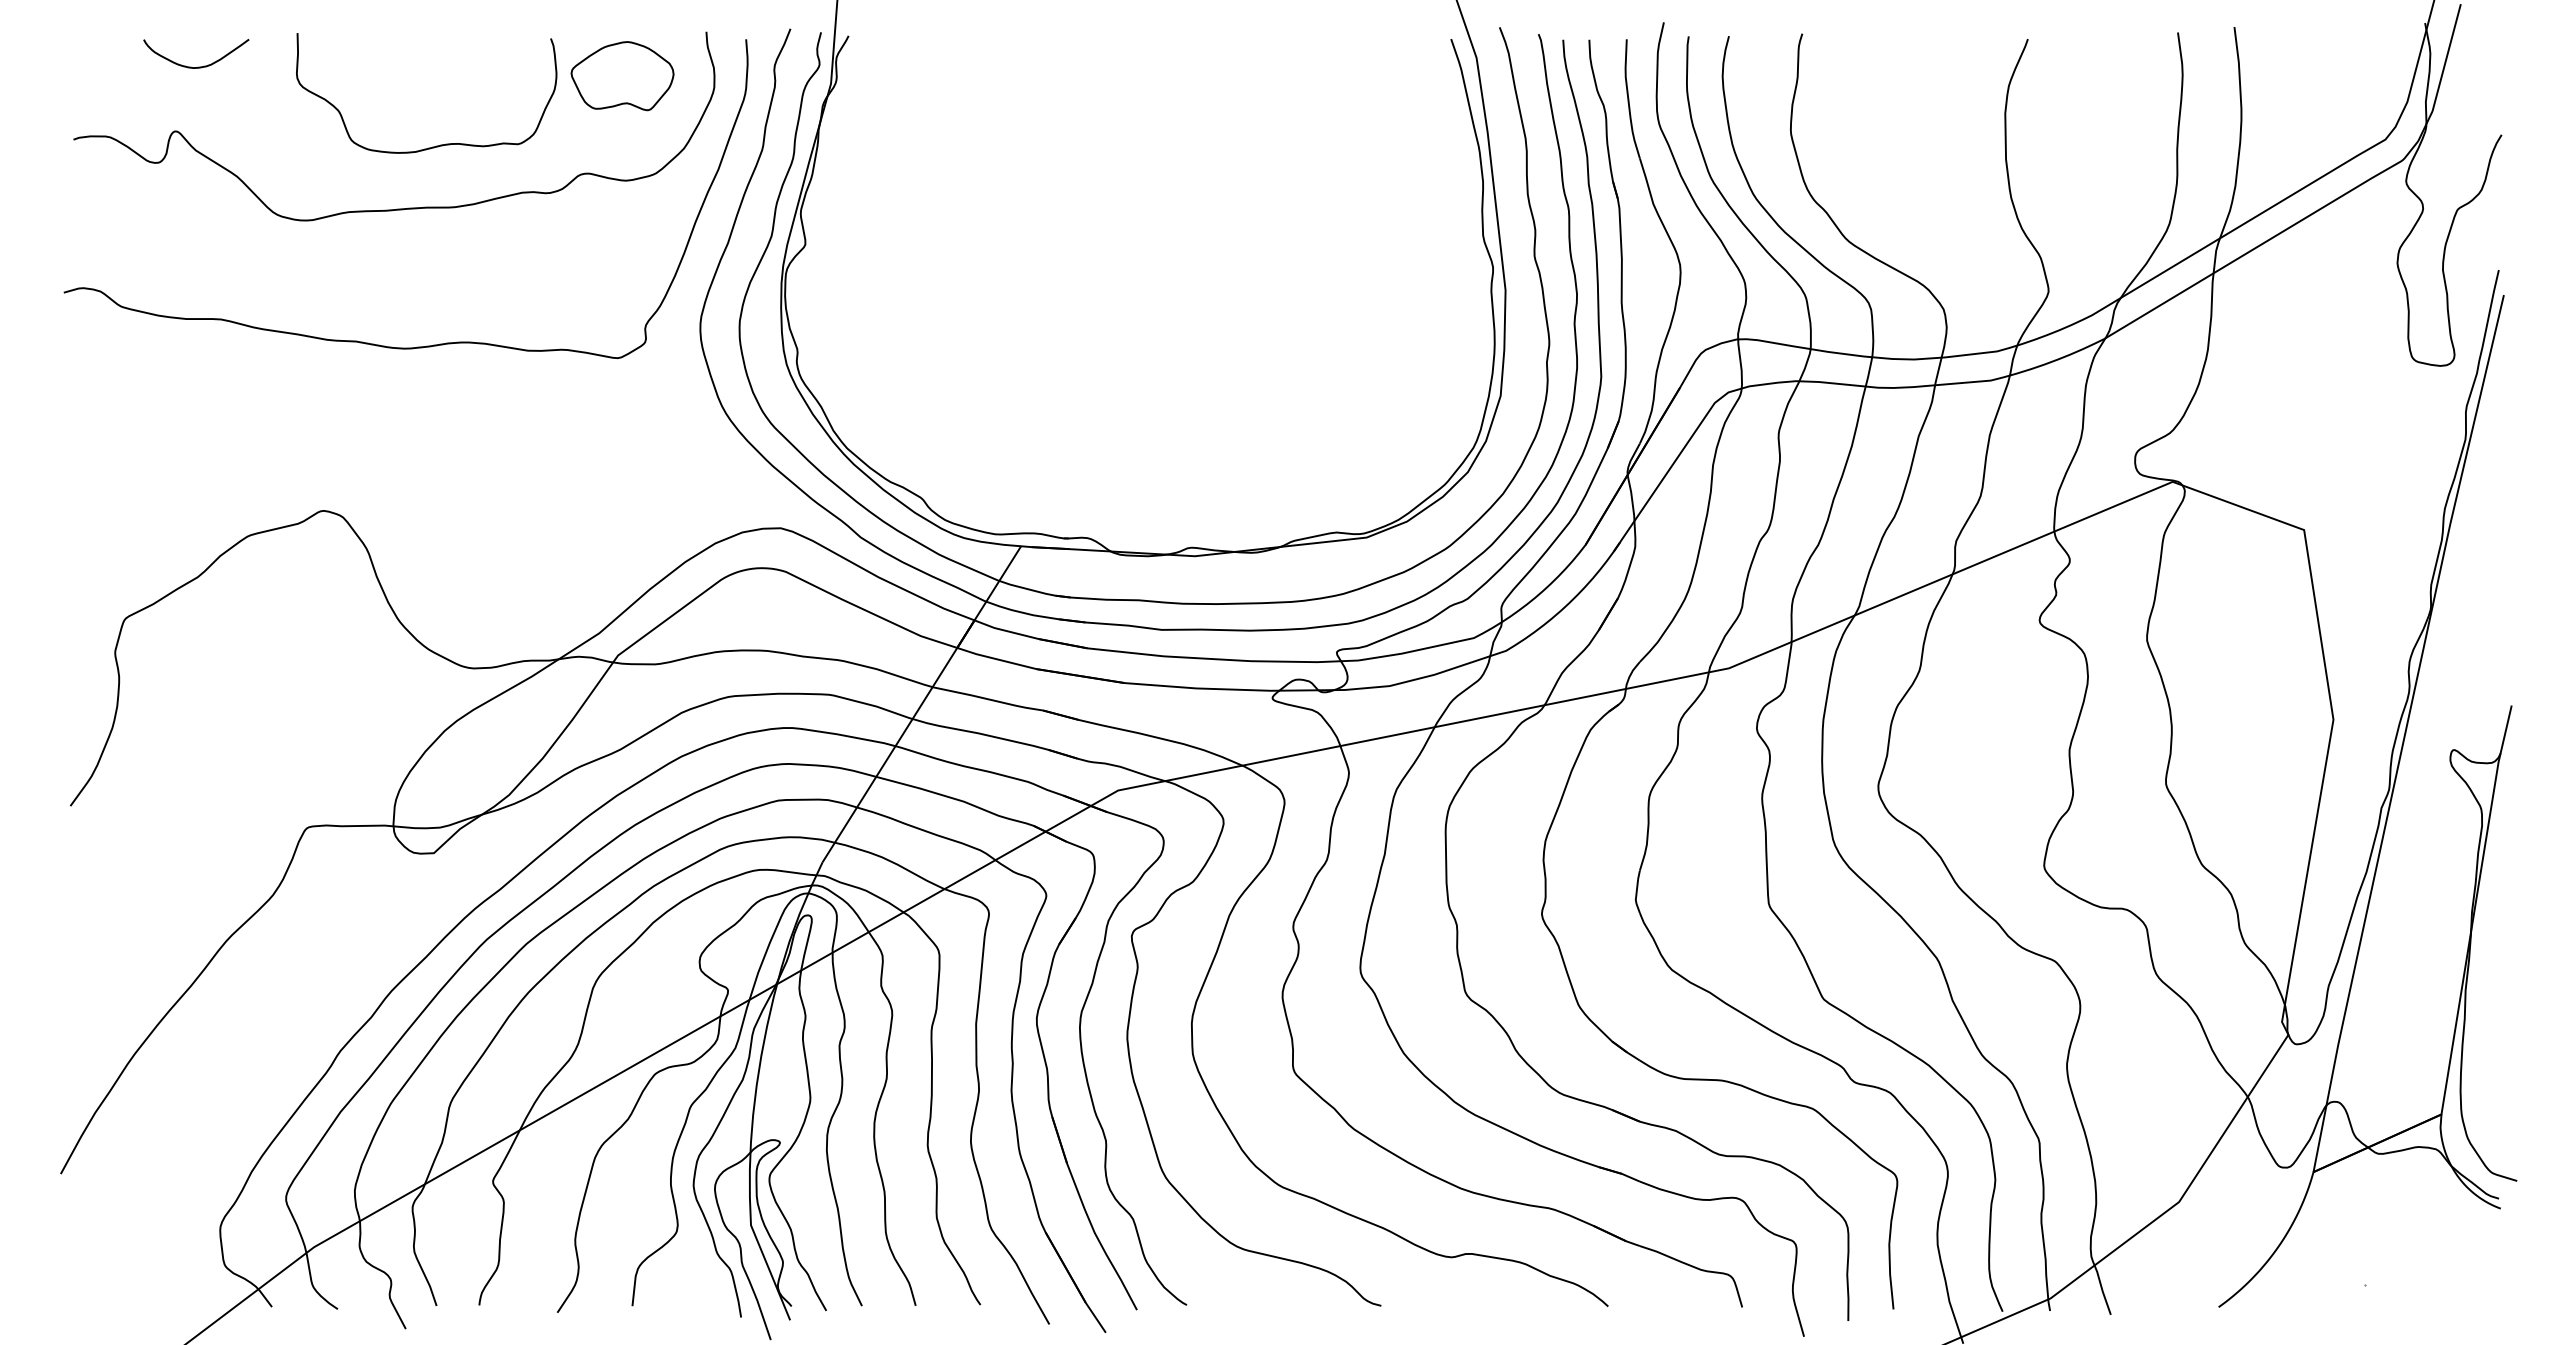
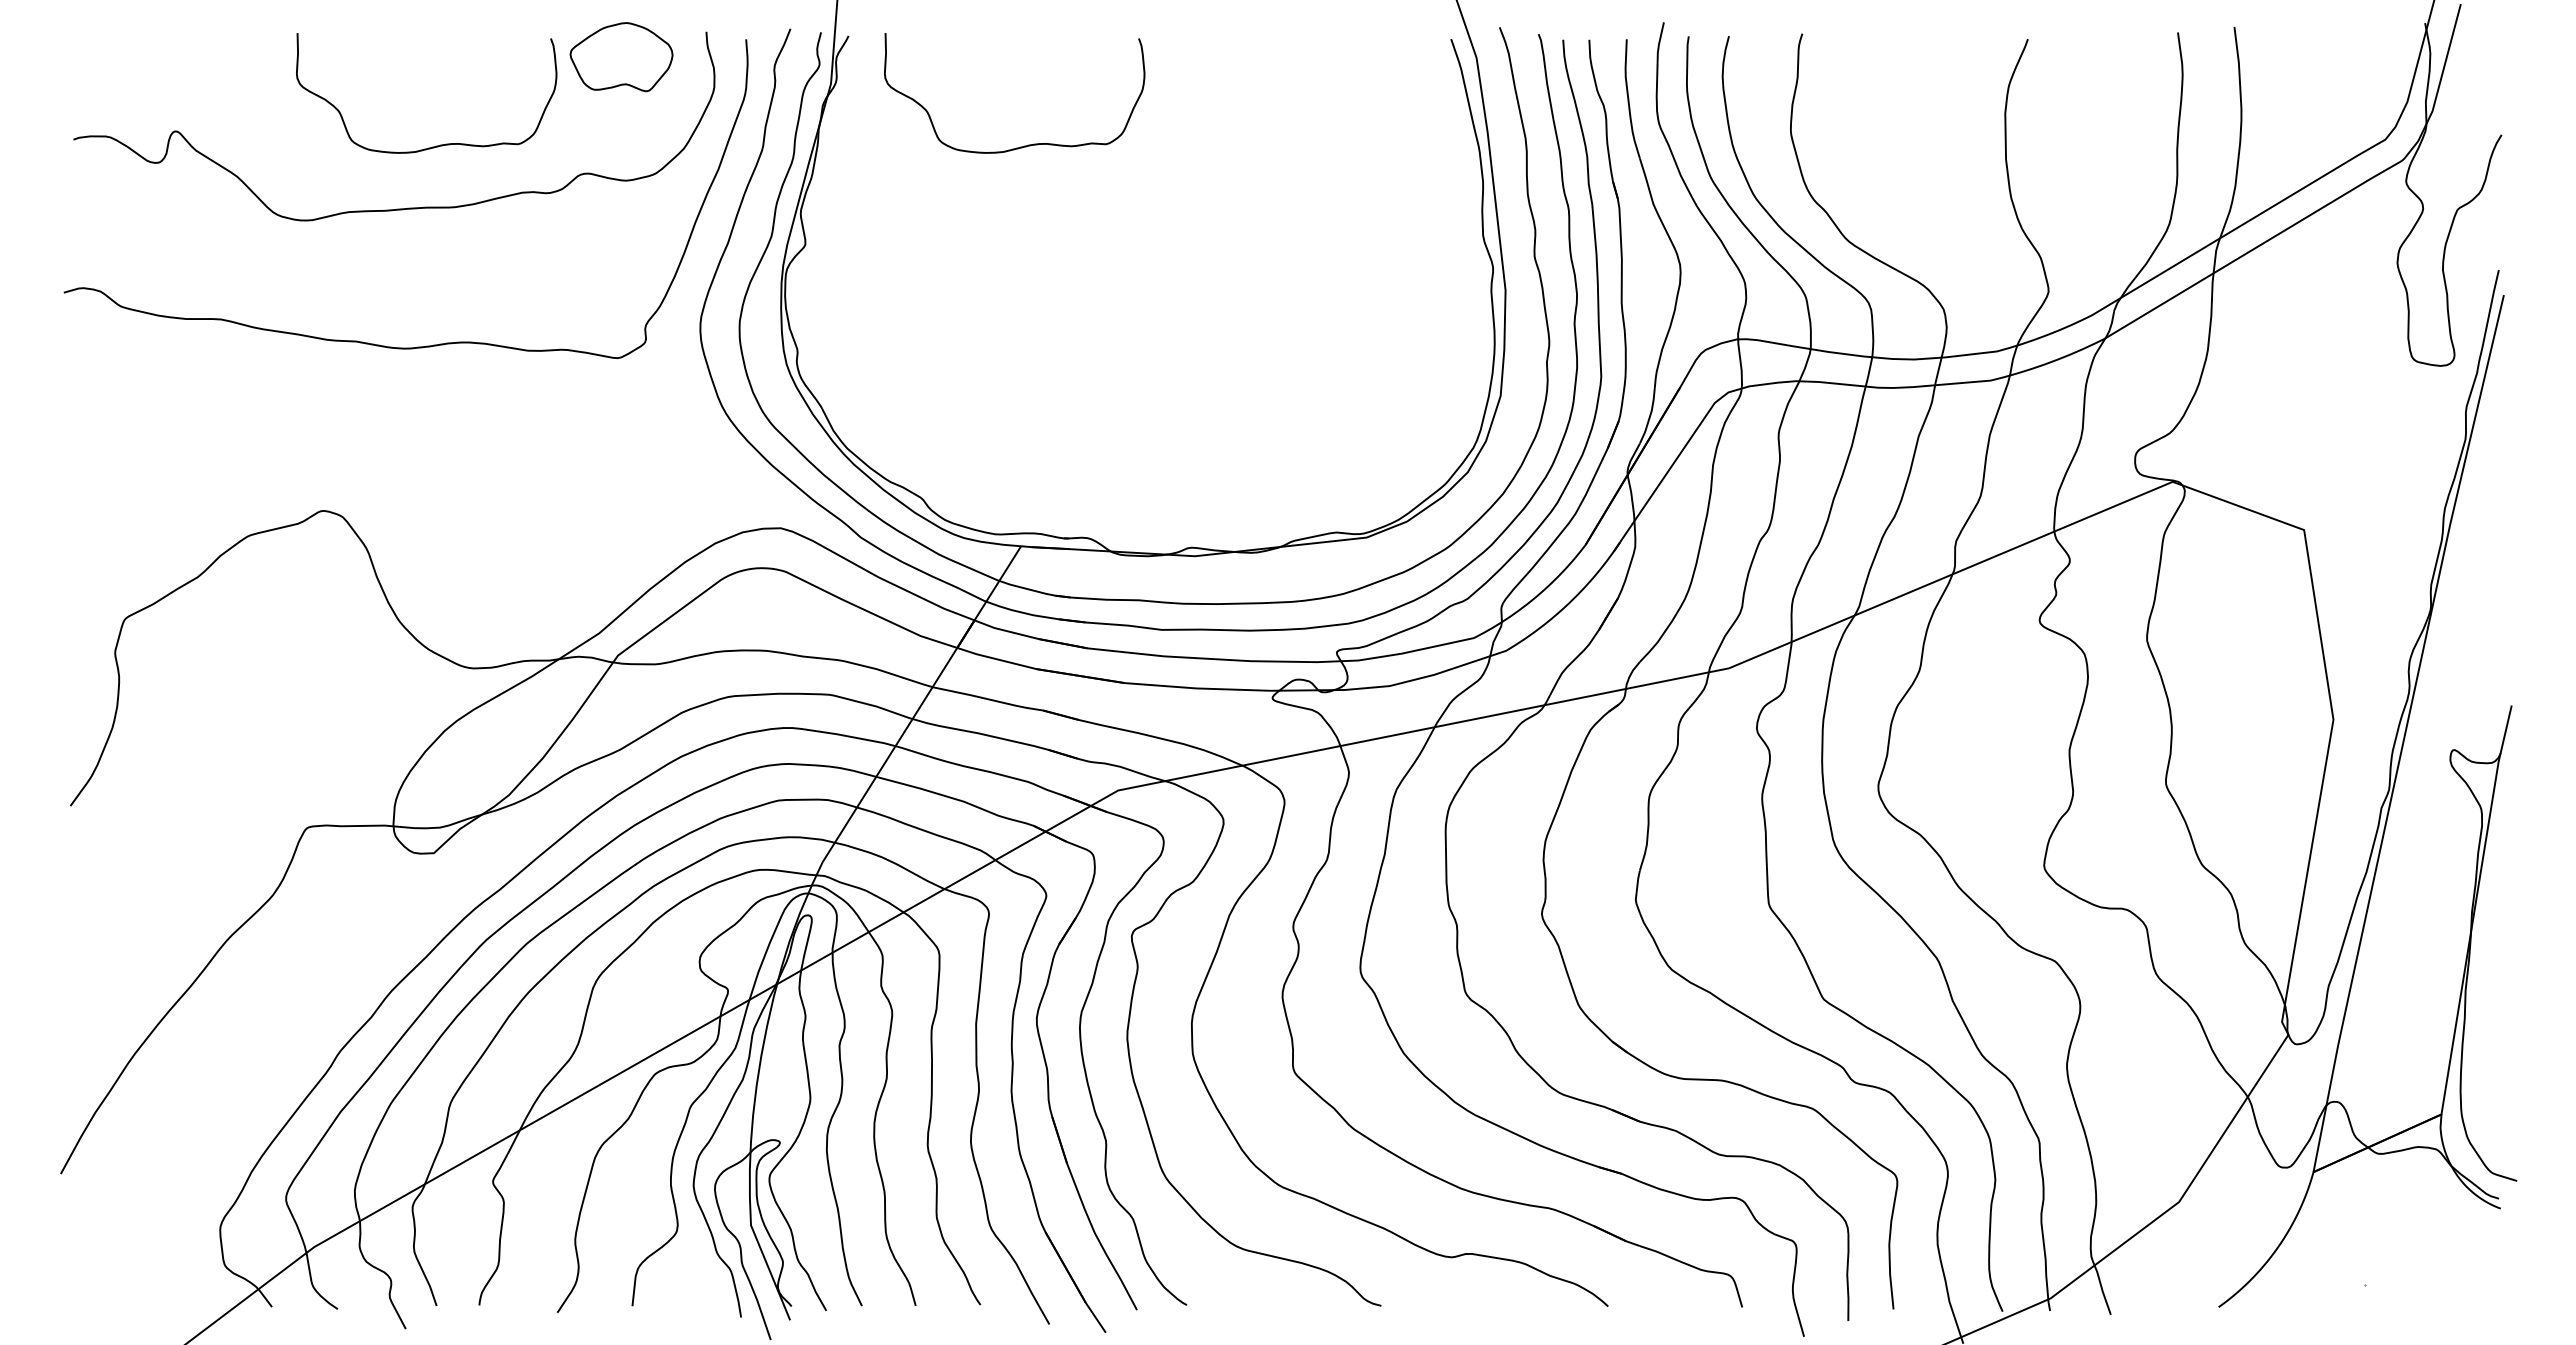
curve at (198, 66): present -> none
part at (622, 76) position: (622, 76) -> (621, 57)
curve at (1028, 144): none -> present
